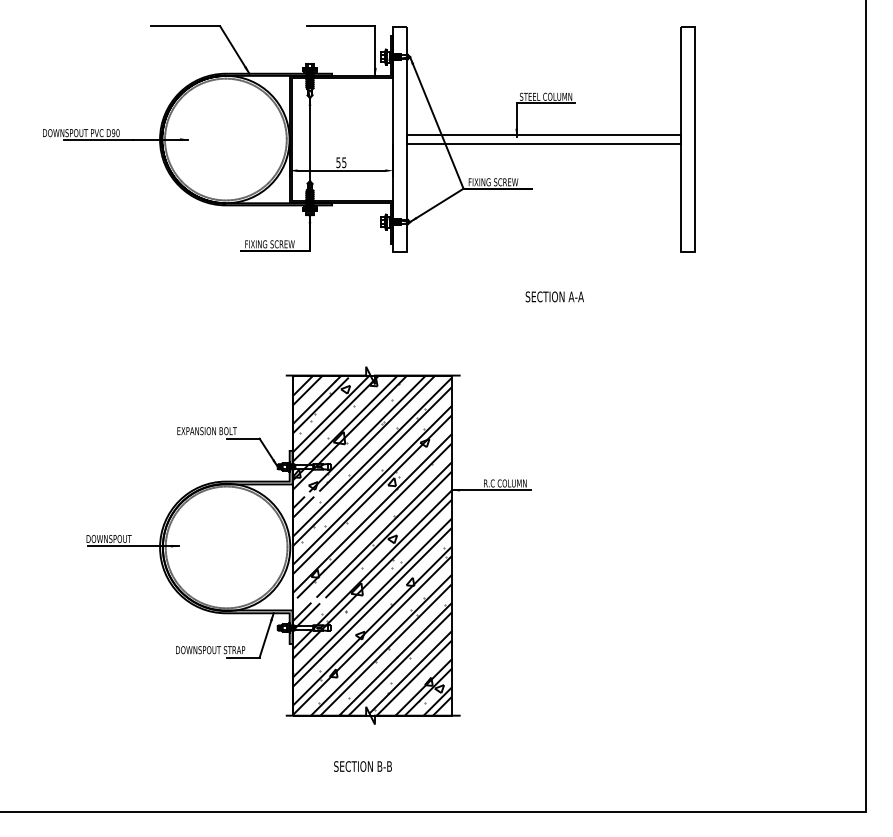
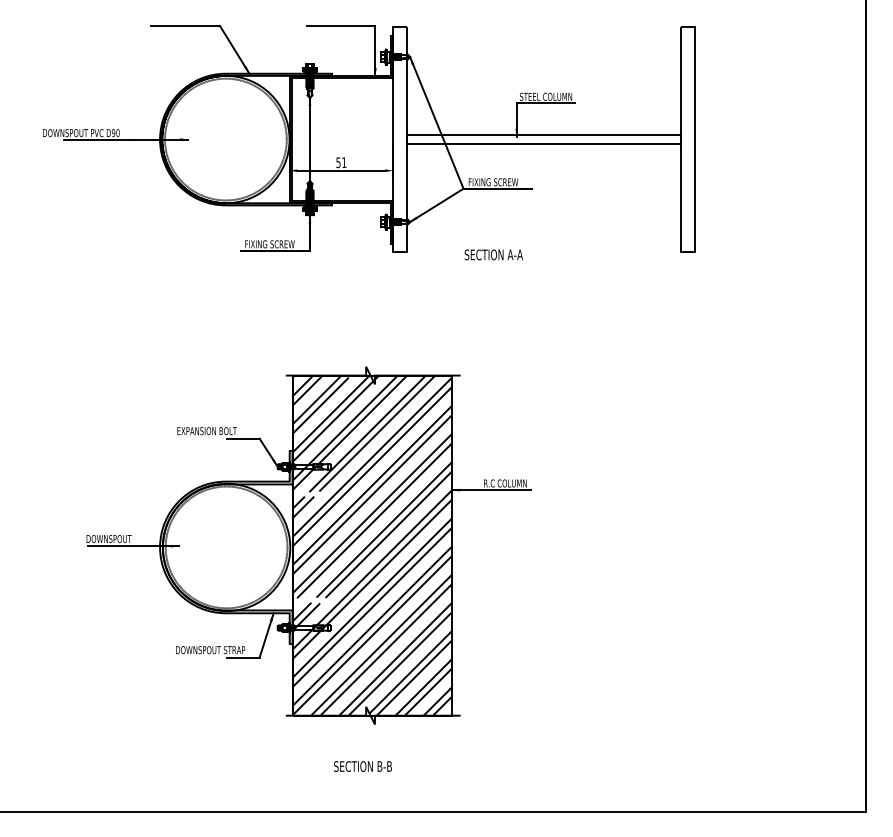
text at (344, 162): 55 -> 51
text at (554, 296) position: (554, 296) -> (493, 254)
hatch at (369, 546): present -> none
